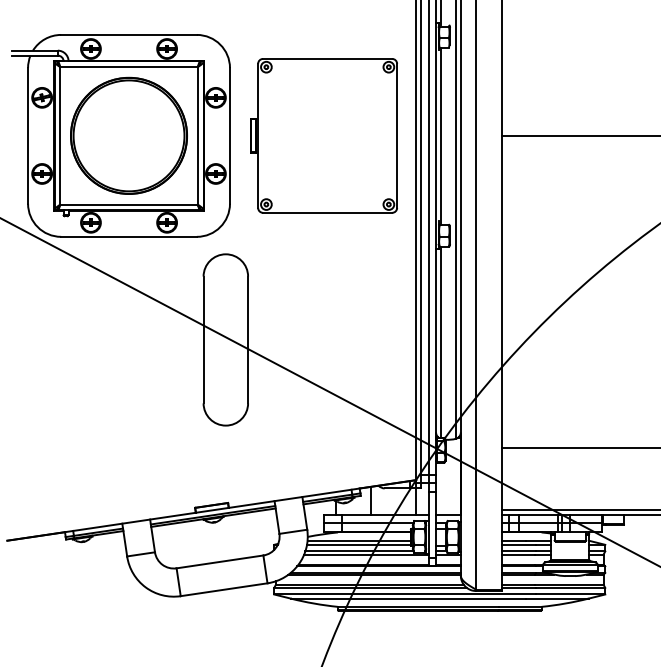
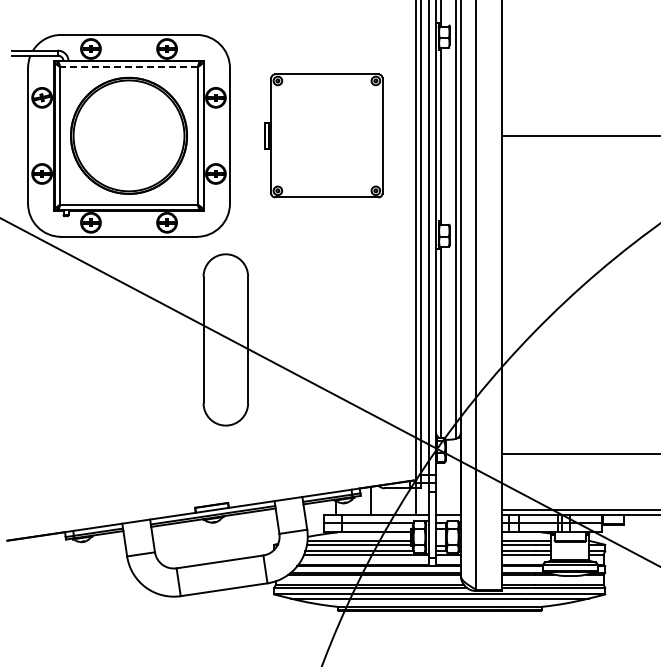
line at (129, 67): solid -> dashed
part at (323, 135) size: 148x156 px -> 120x126 px
line at (579, 447) position: (579, 447) -> (579, 453)
